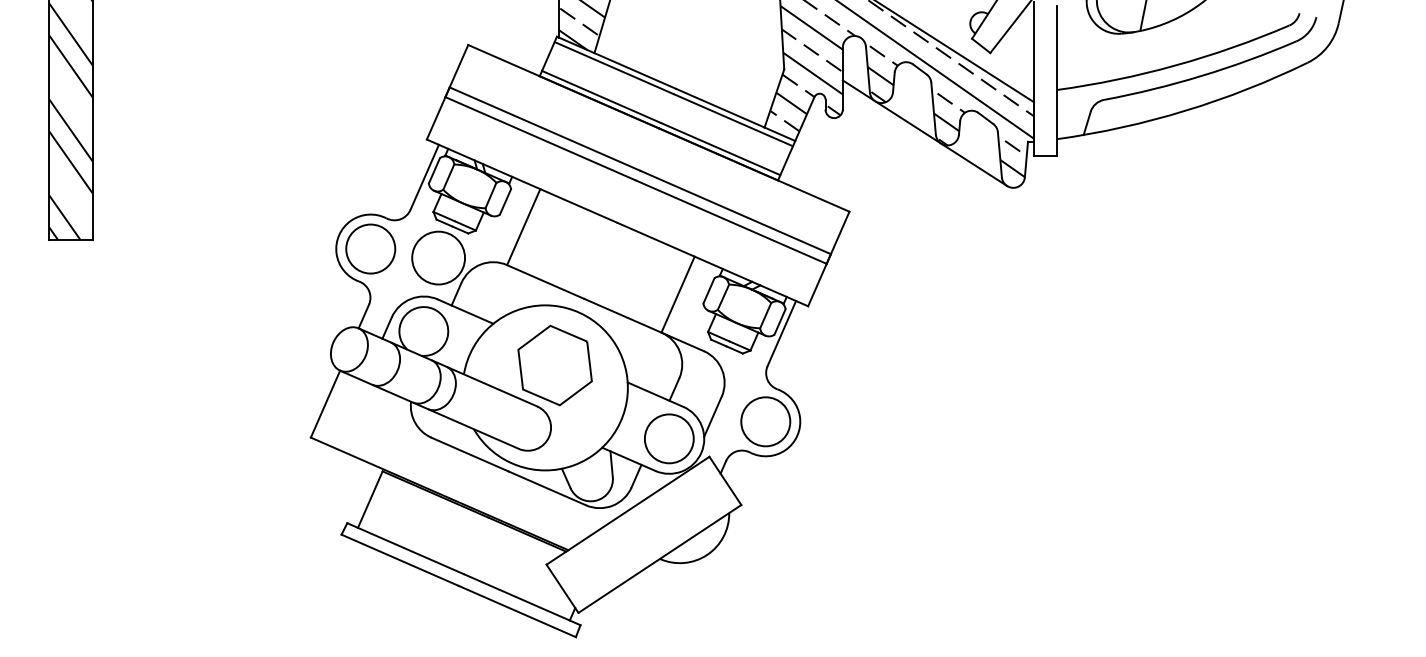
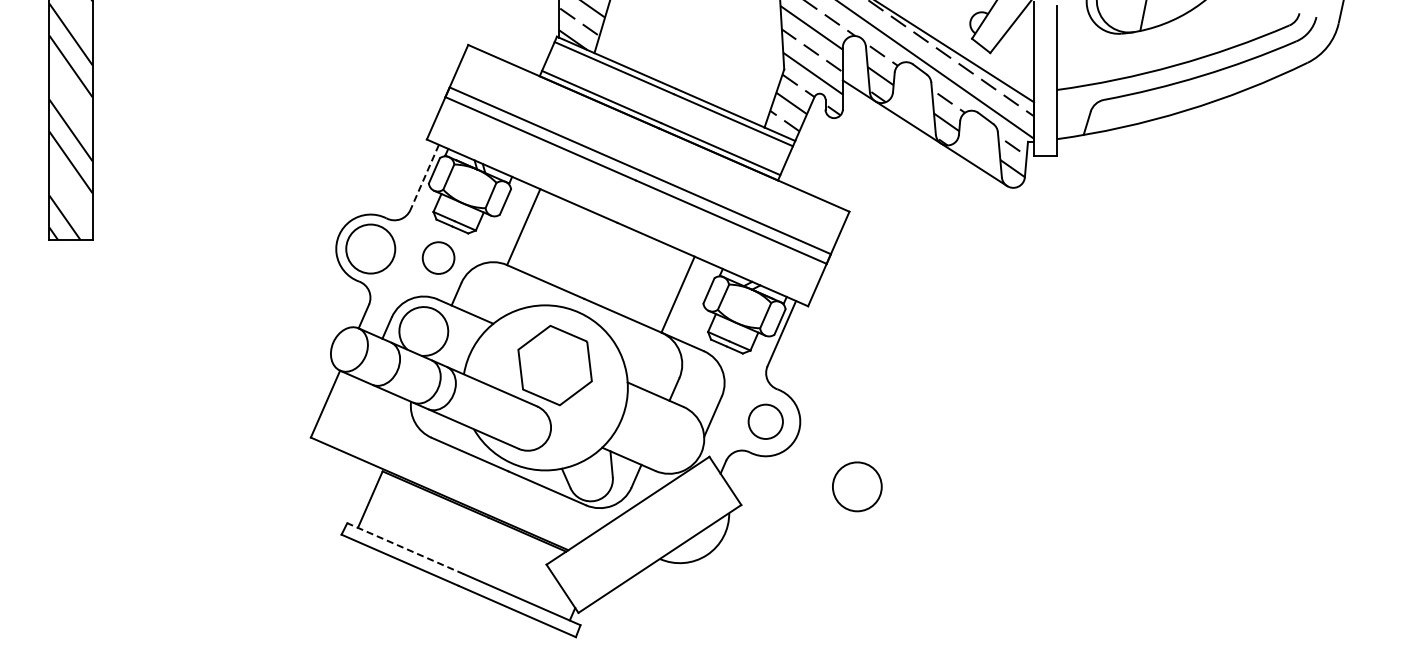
line at (424, 177): solid -> dashed
circle at (438, 257) diameter: 53 px -> 32 px
circle at (765, 421) diameter: 49 px -> 34 px
circle at (669, 438) position: (669, 438) -> (857, 486)
line at (405, 548): solid -> dashed
